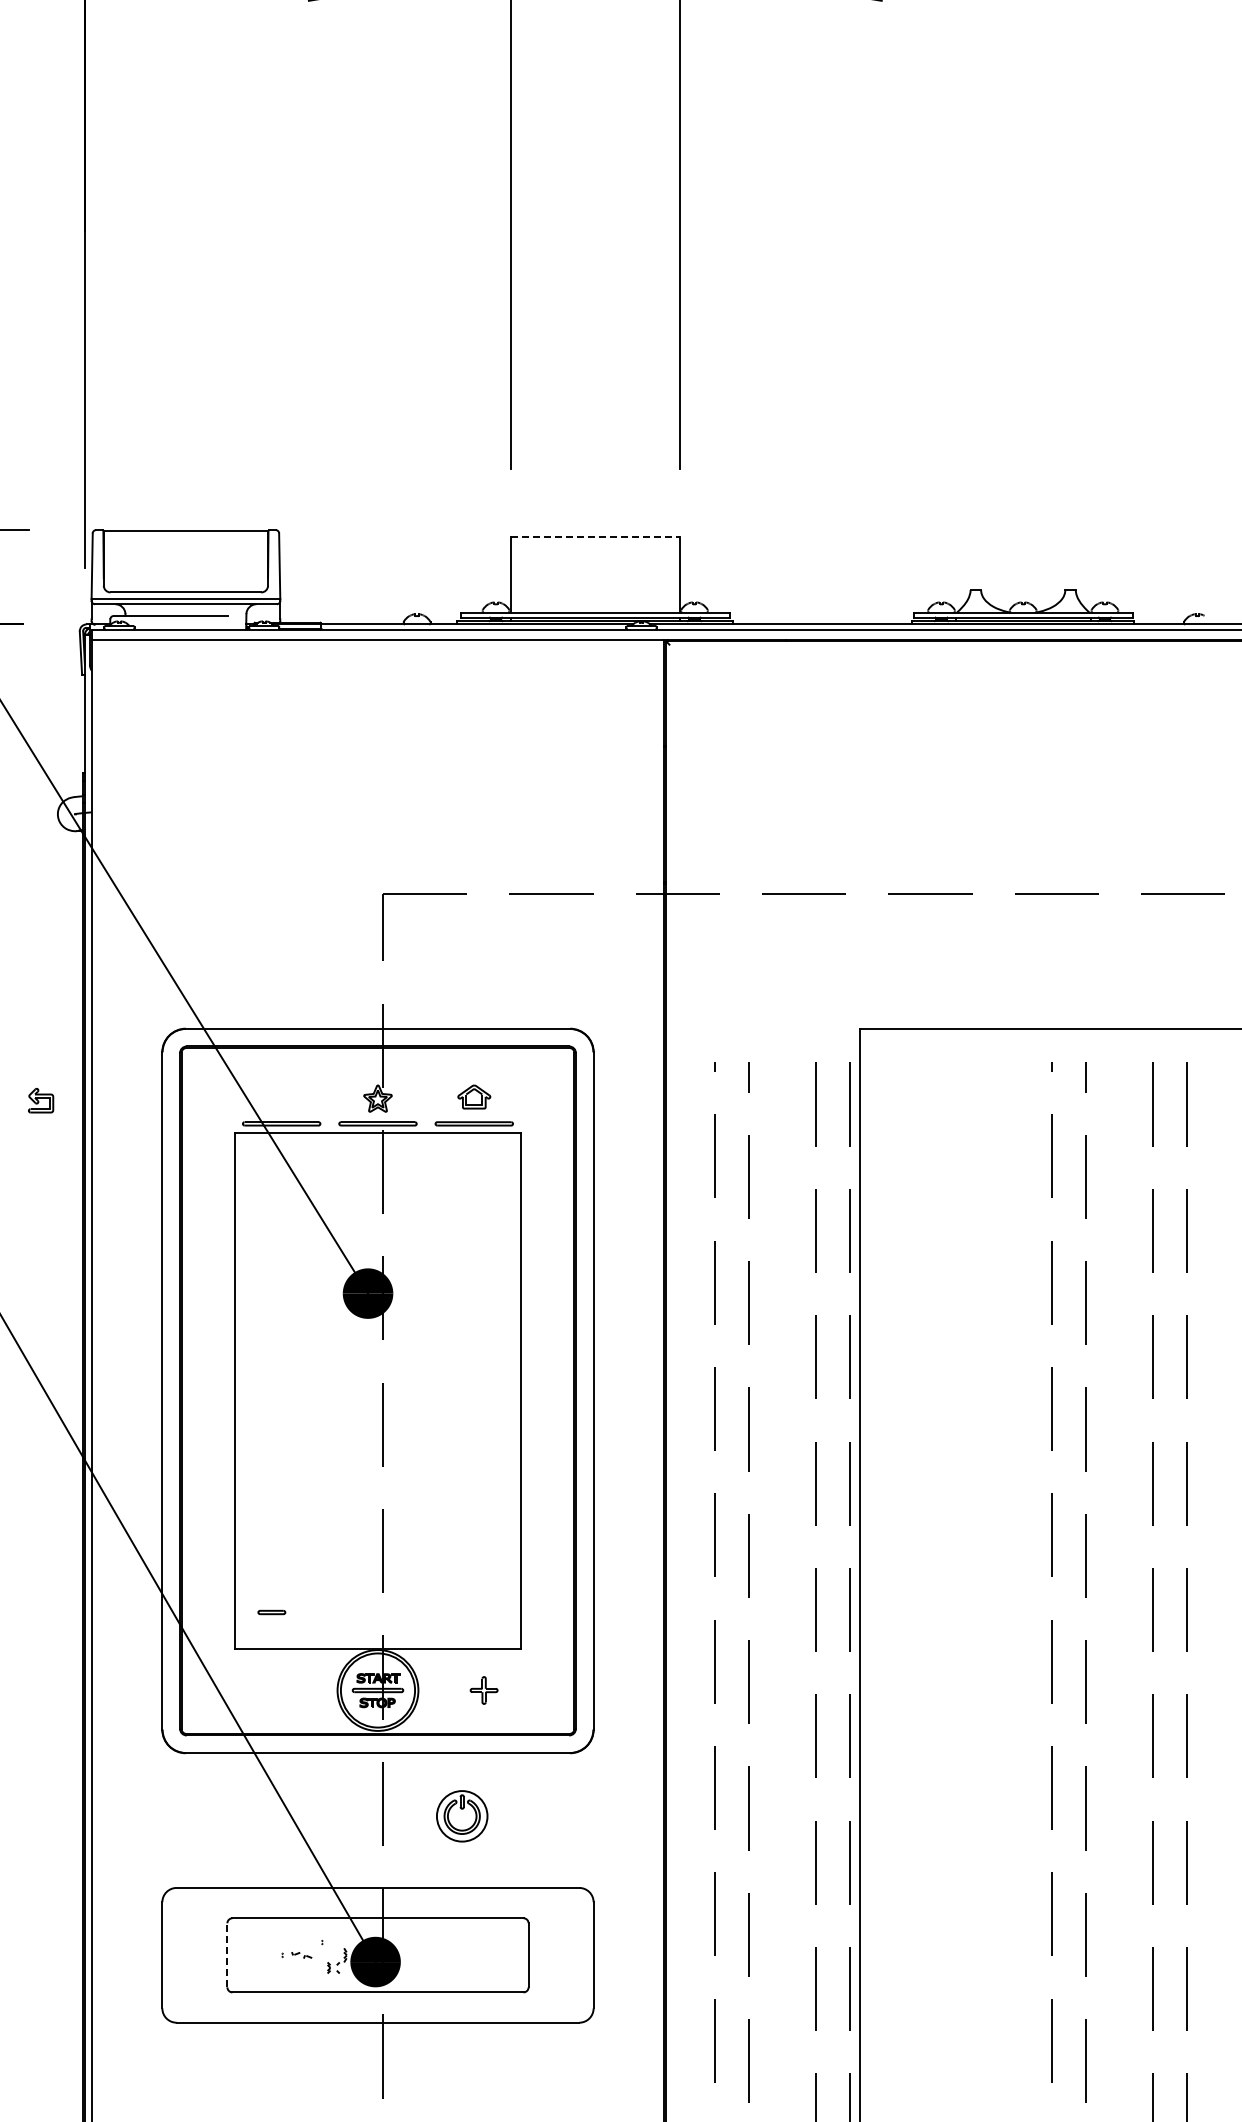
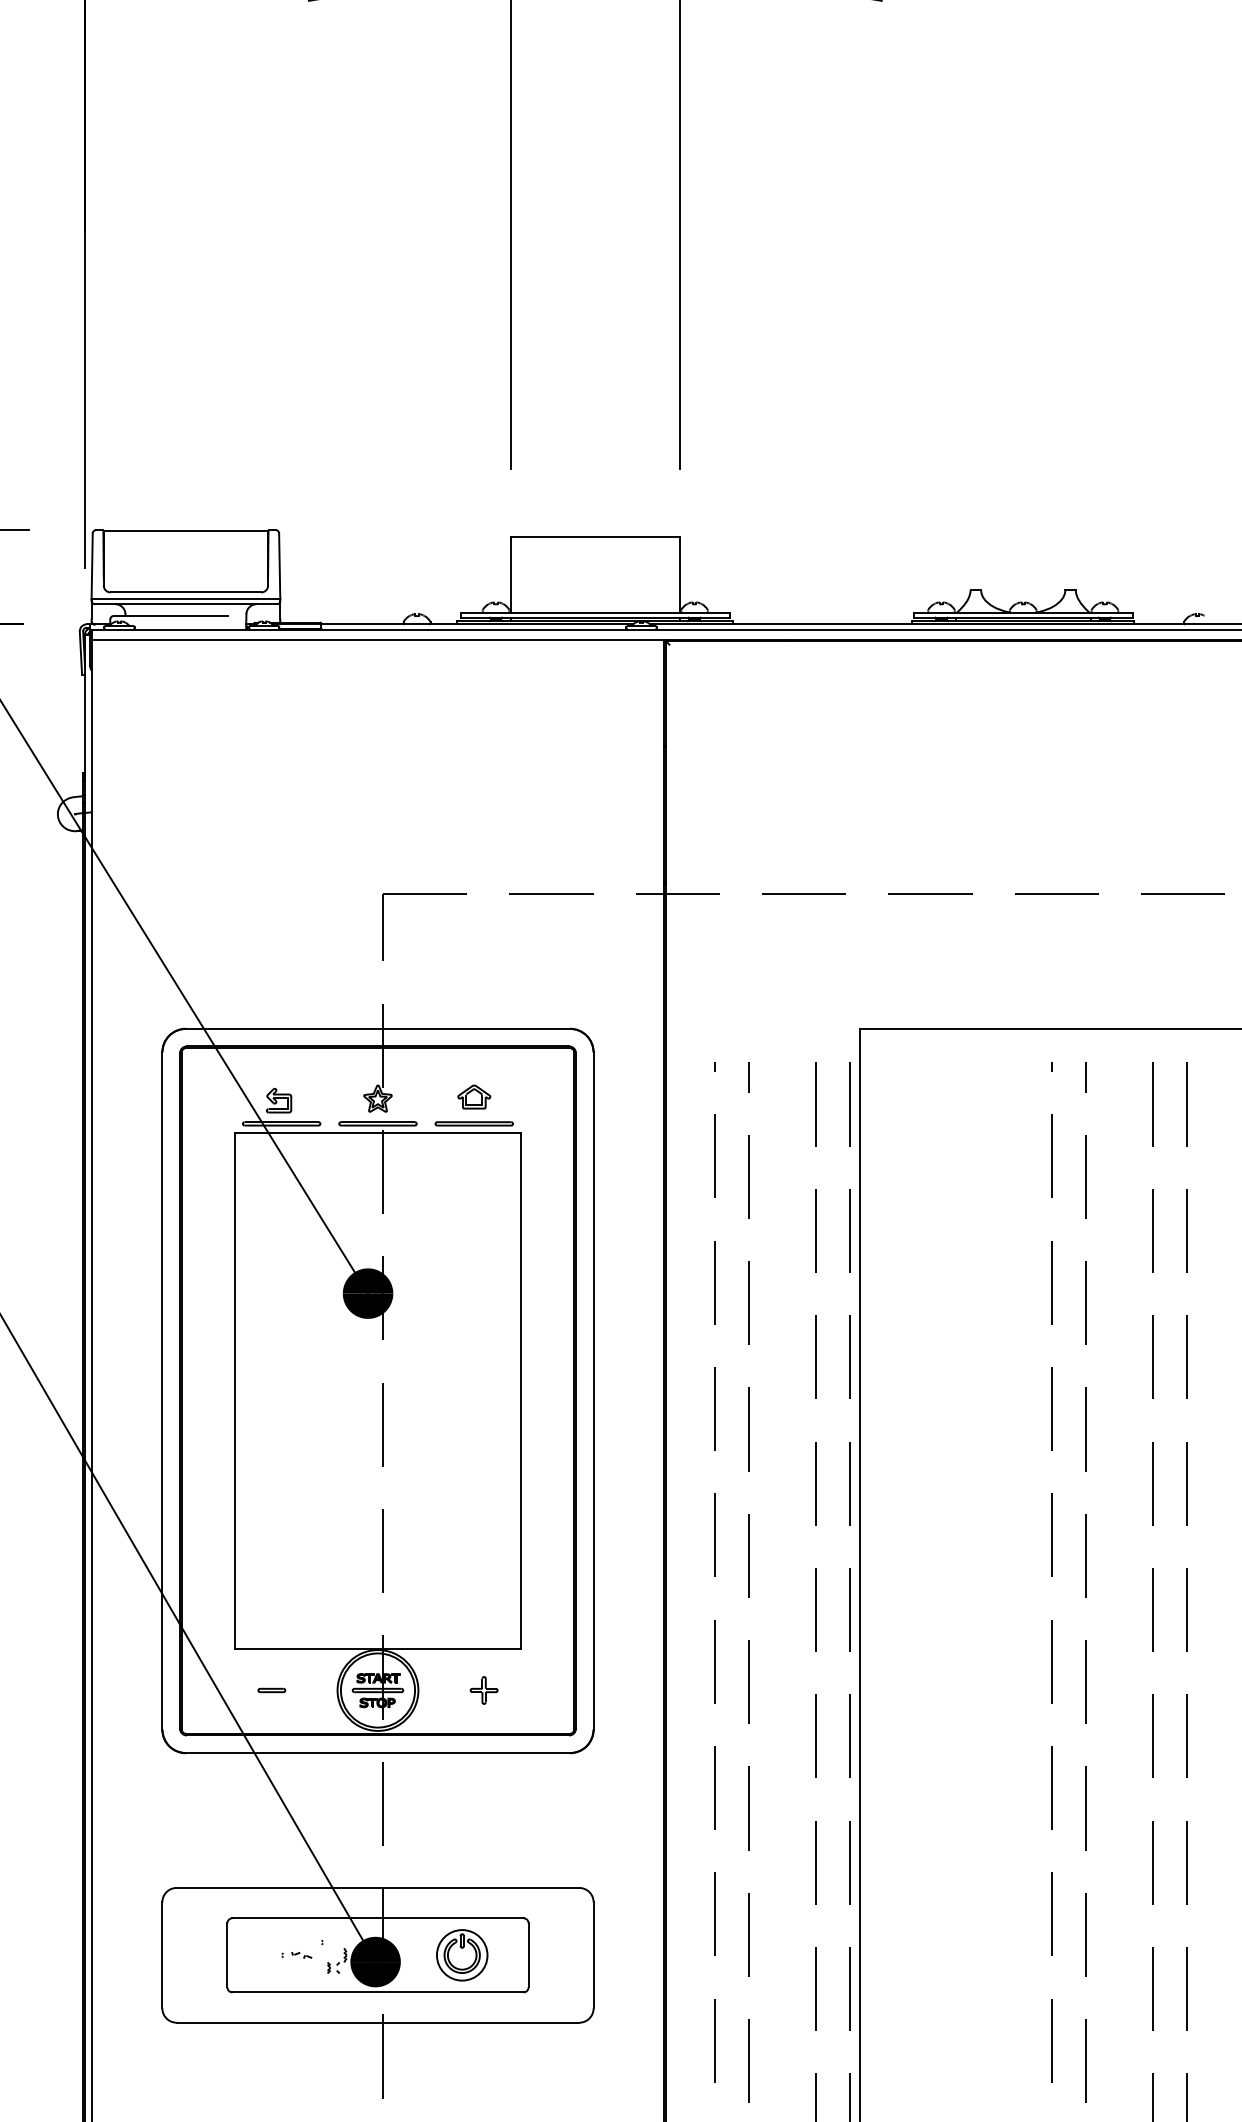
line at (595, 536): dashed -> solid
part at (41, 1100) position: (41, 1100) -> (279, 1100)
part at (271, 1612) position: (271, 1612) -> (271, 1690)
part at (462, 1816) position: (462, 1816) -> (462, 1955)
line at (227, 1954): dashed -> solid
